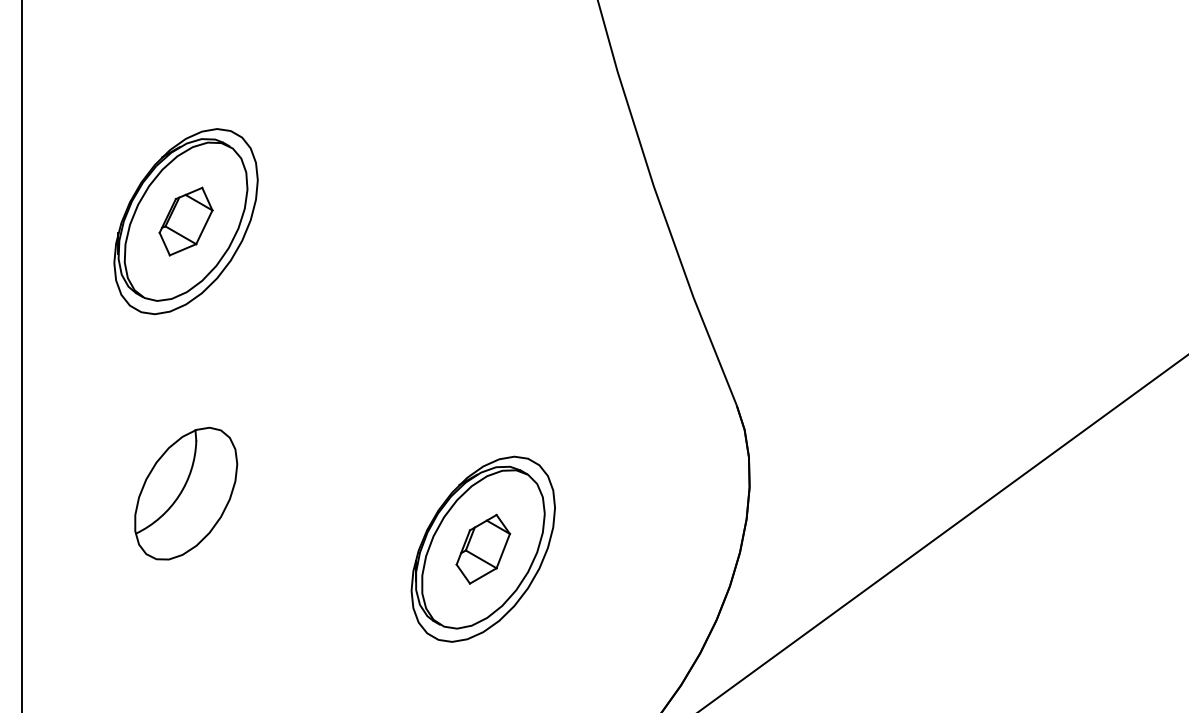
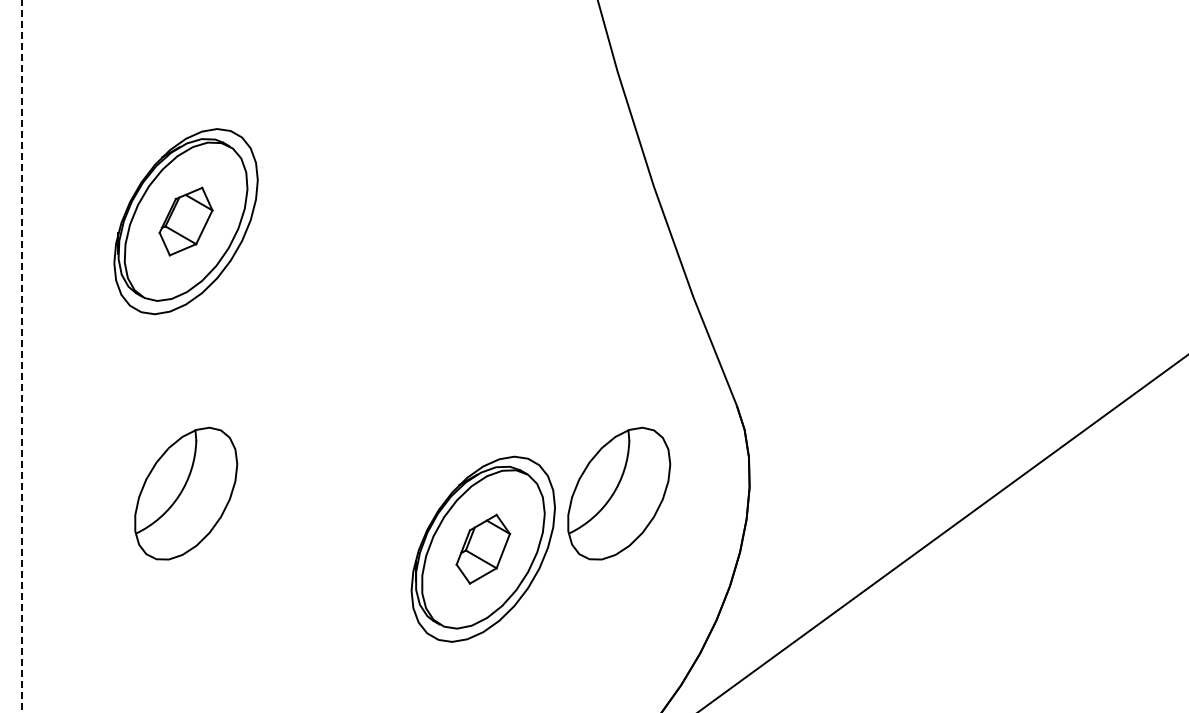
line at (22, 356): solid -> dashed
part at (619, 493): none -> present
